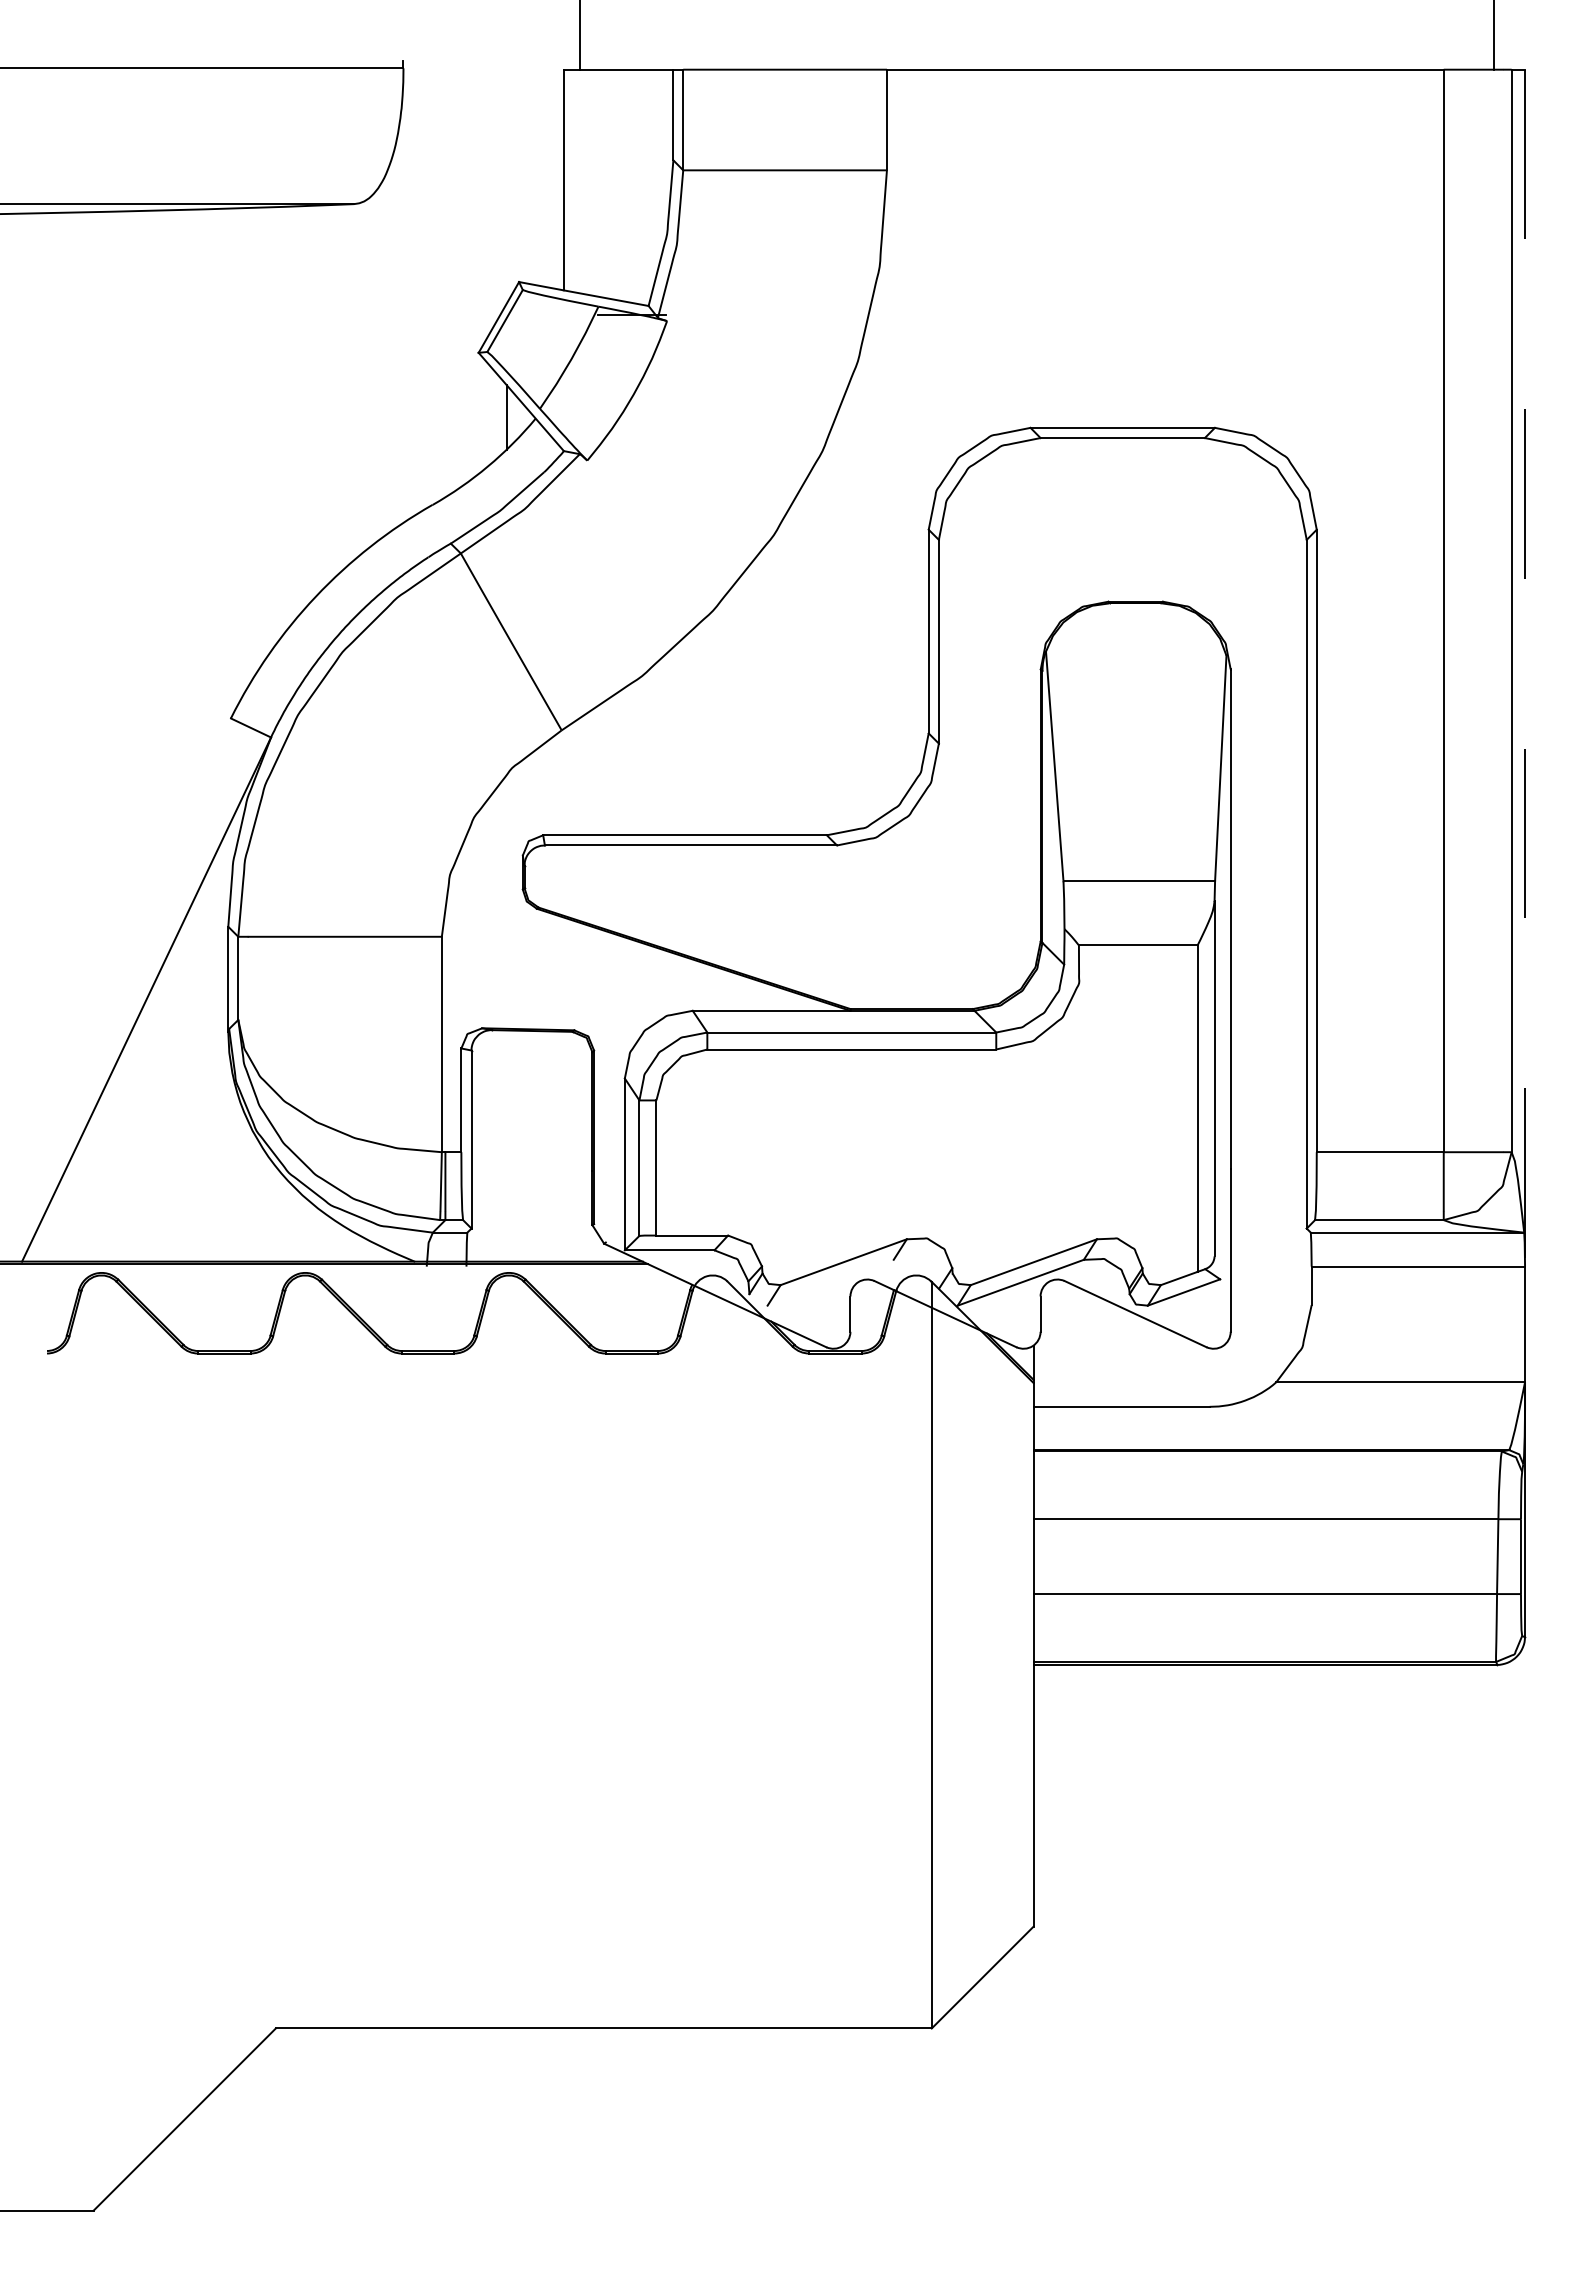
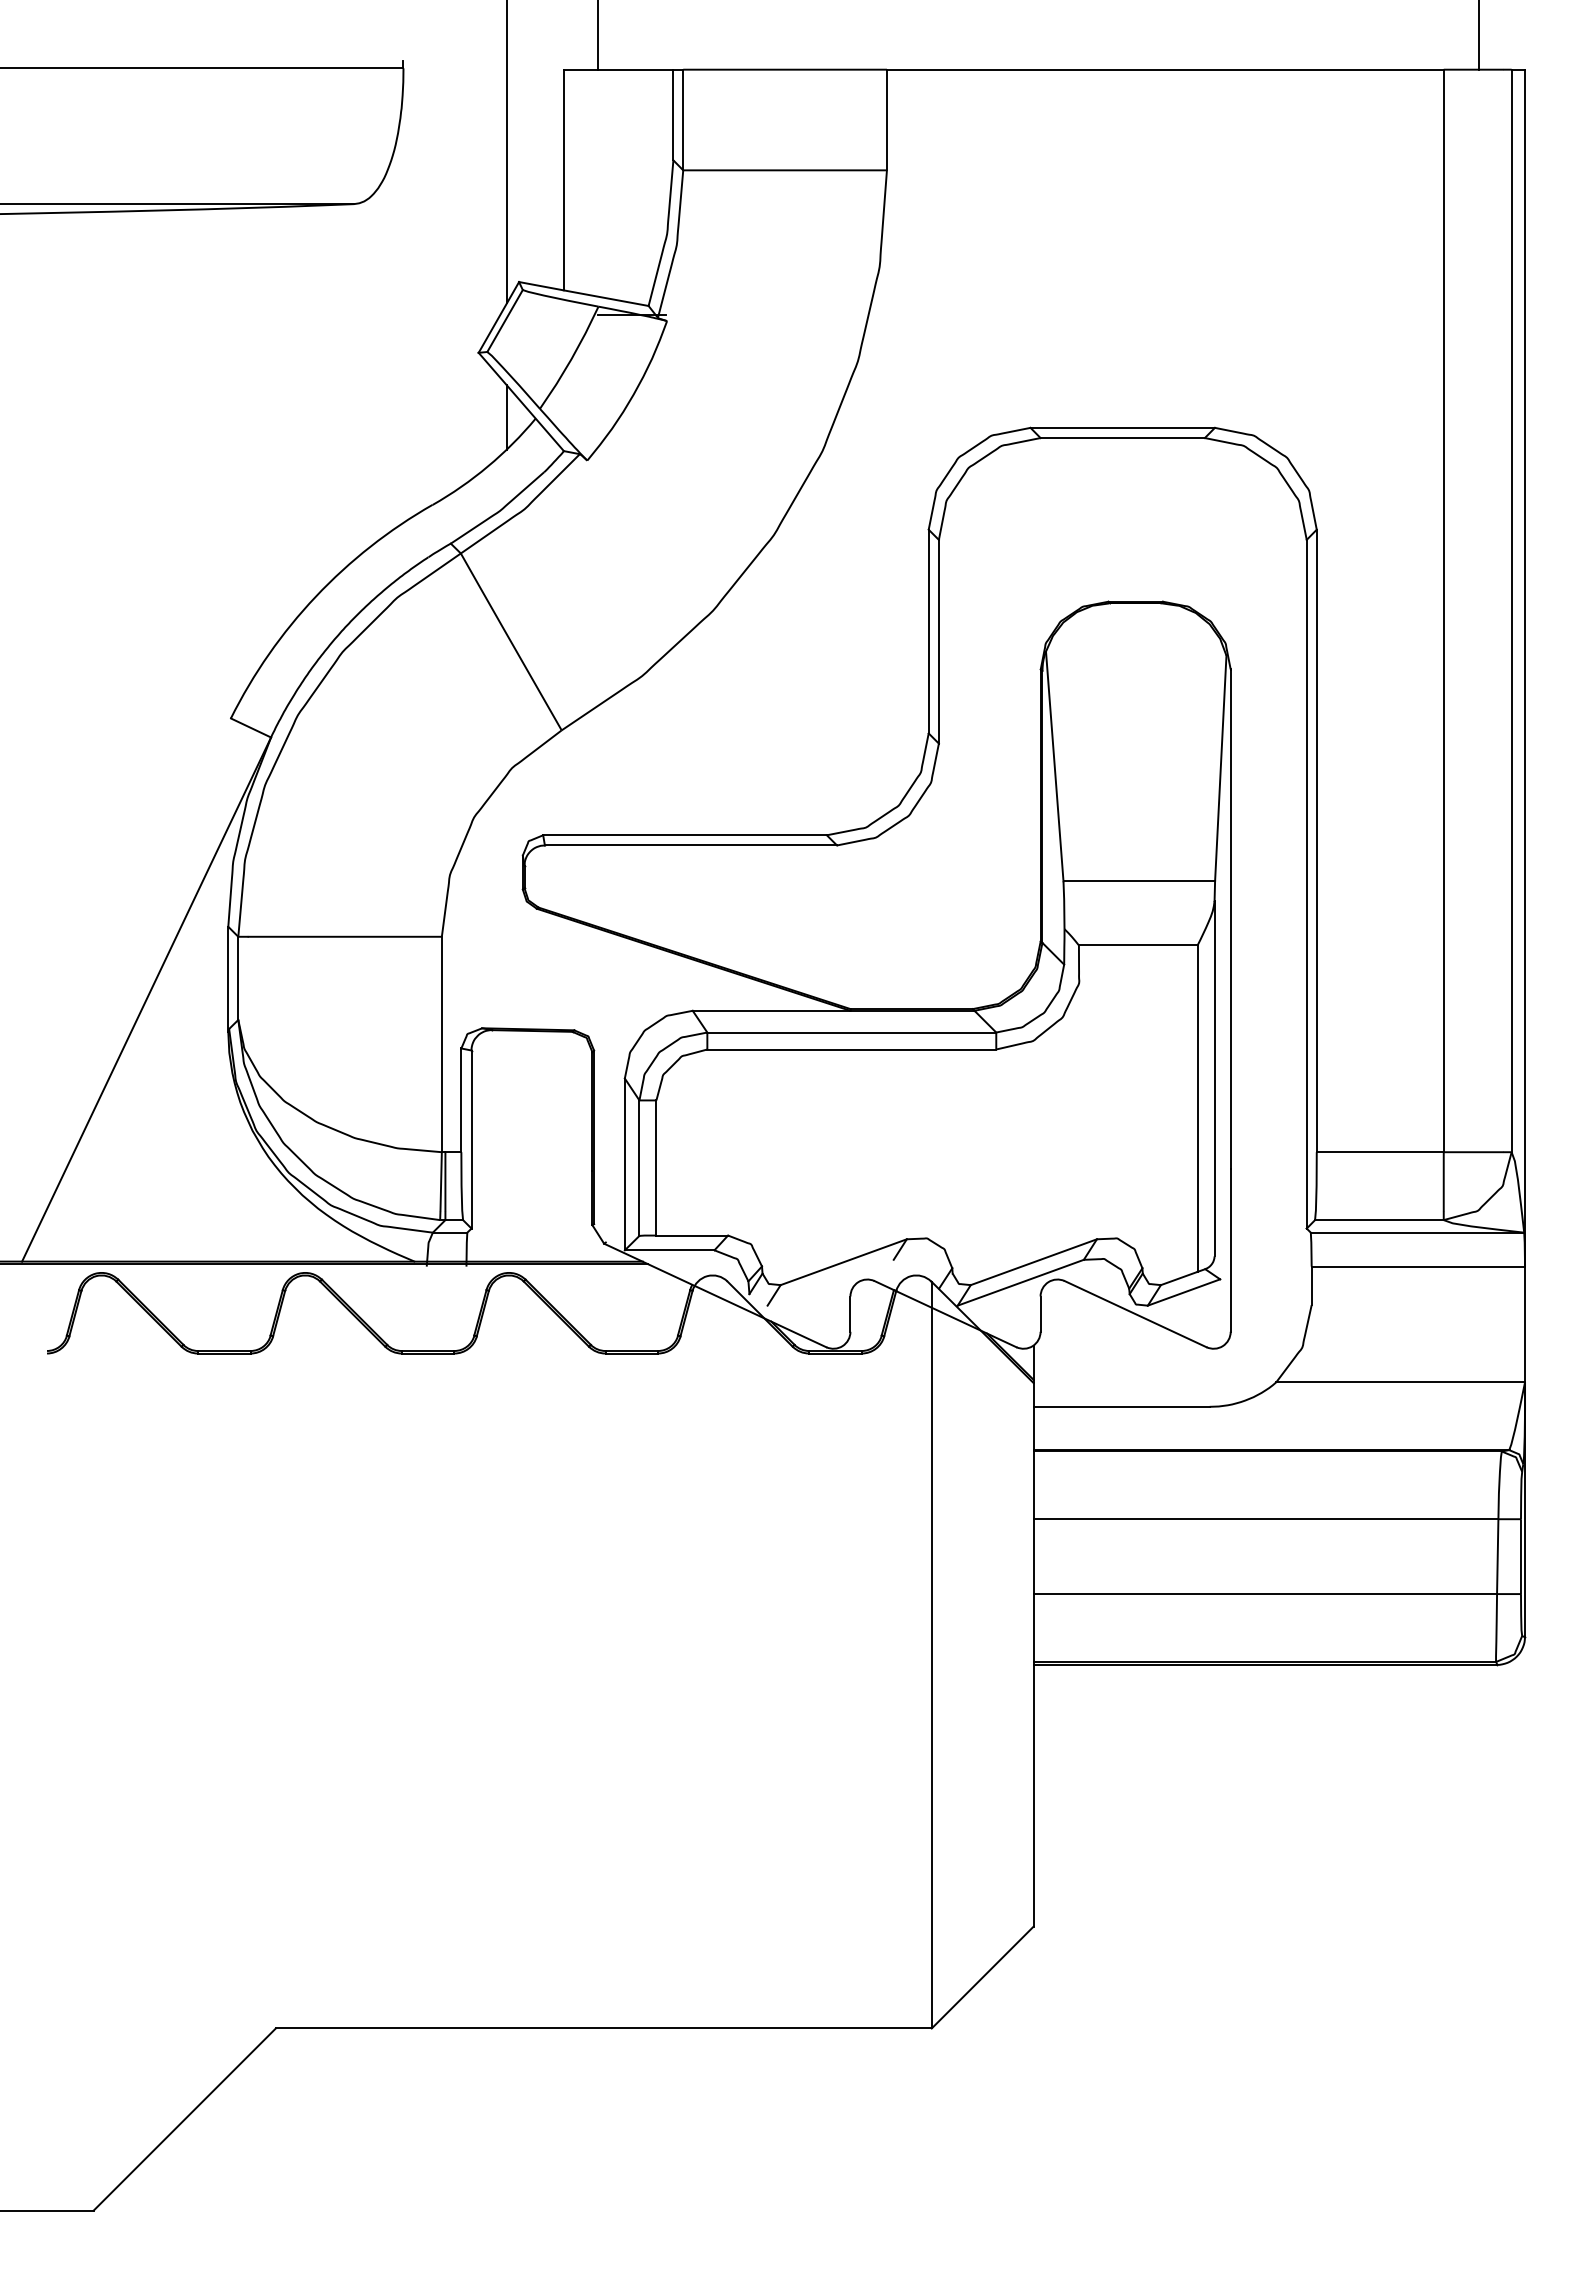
line at (579, 35) position: (579, 35) -> (597, 35)
line at (1494, 35) position: (1494, 35) -> (1479, 35)
line at (506, 152): none -> present
line at (1525, 668): dashed -> solid
